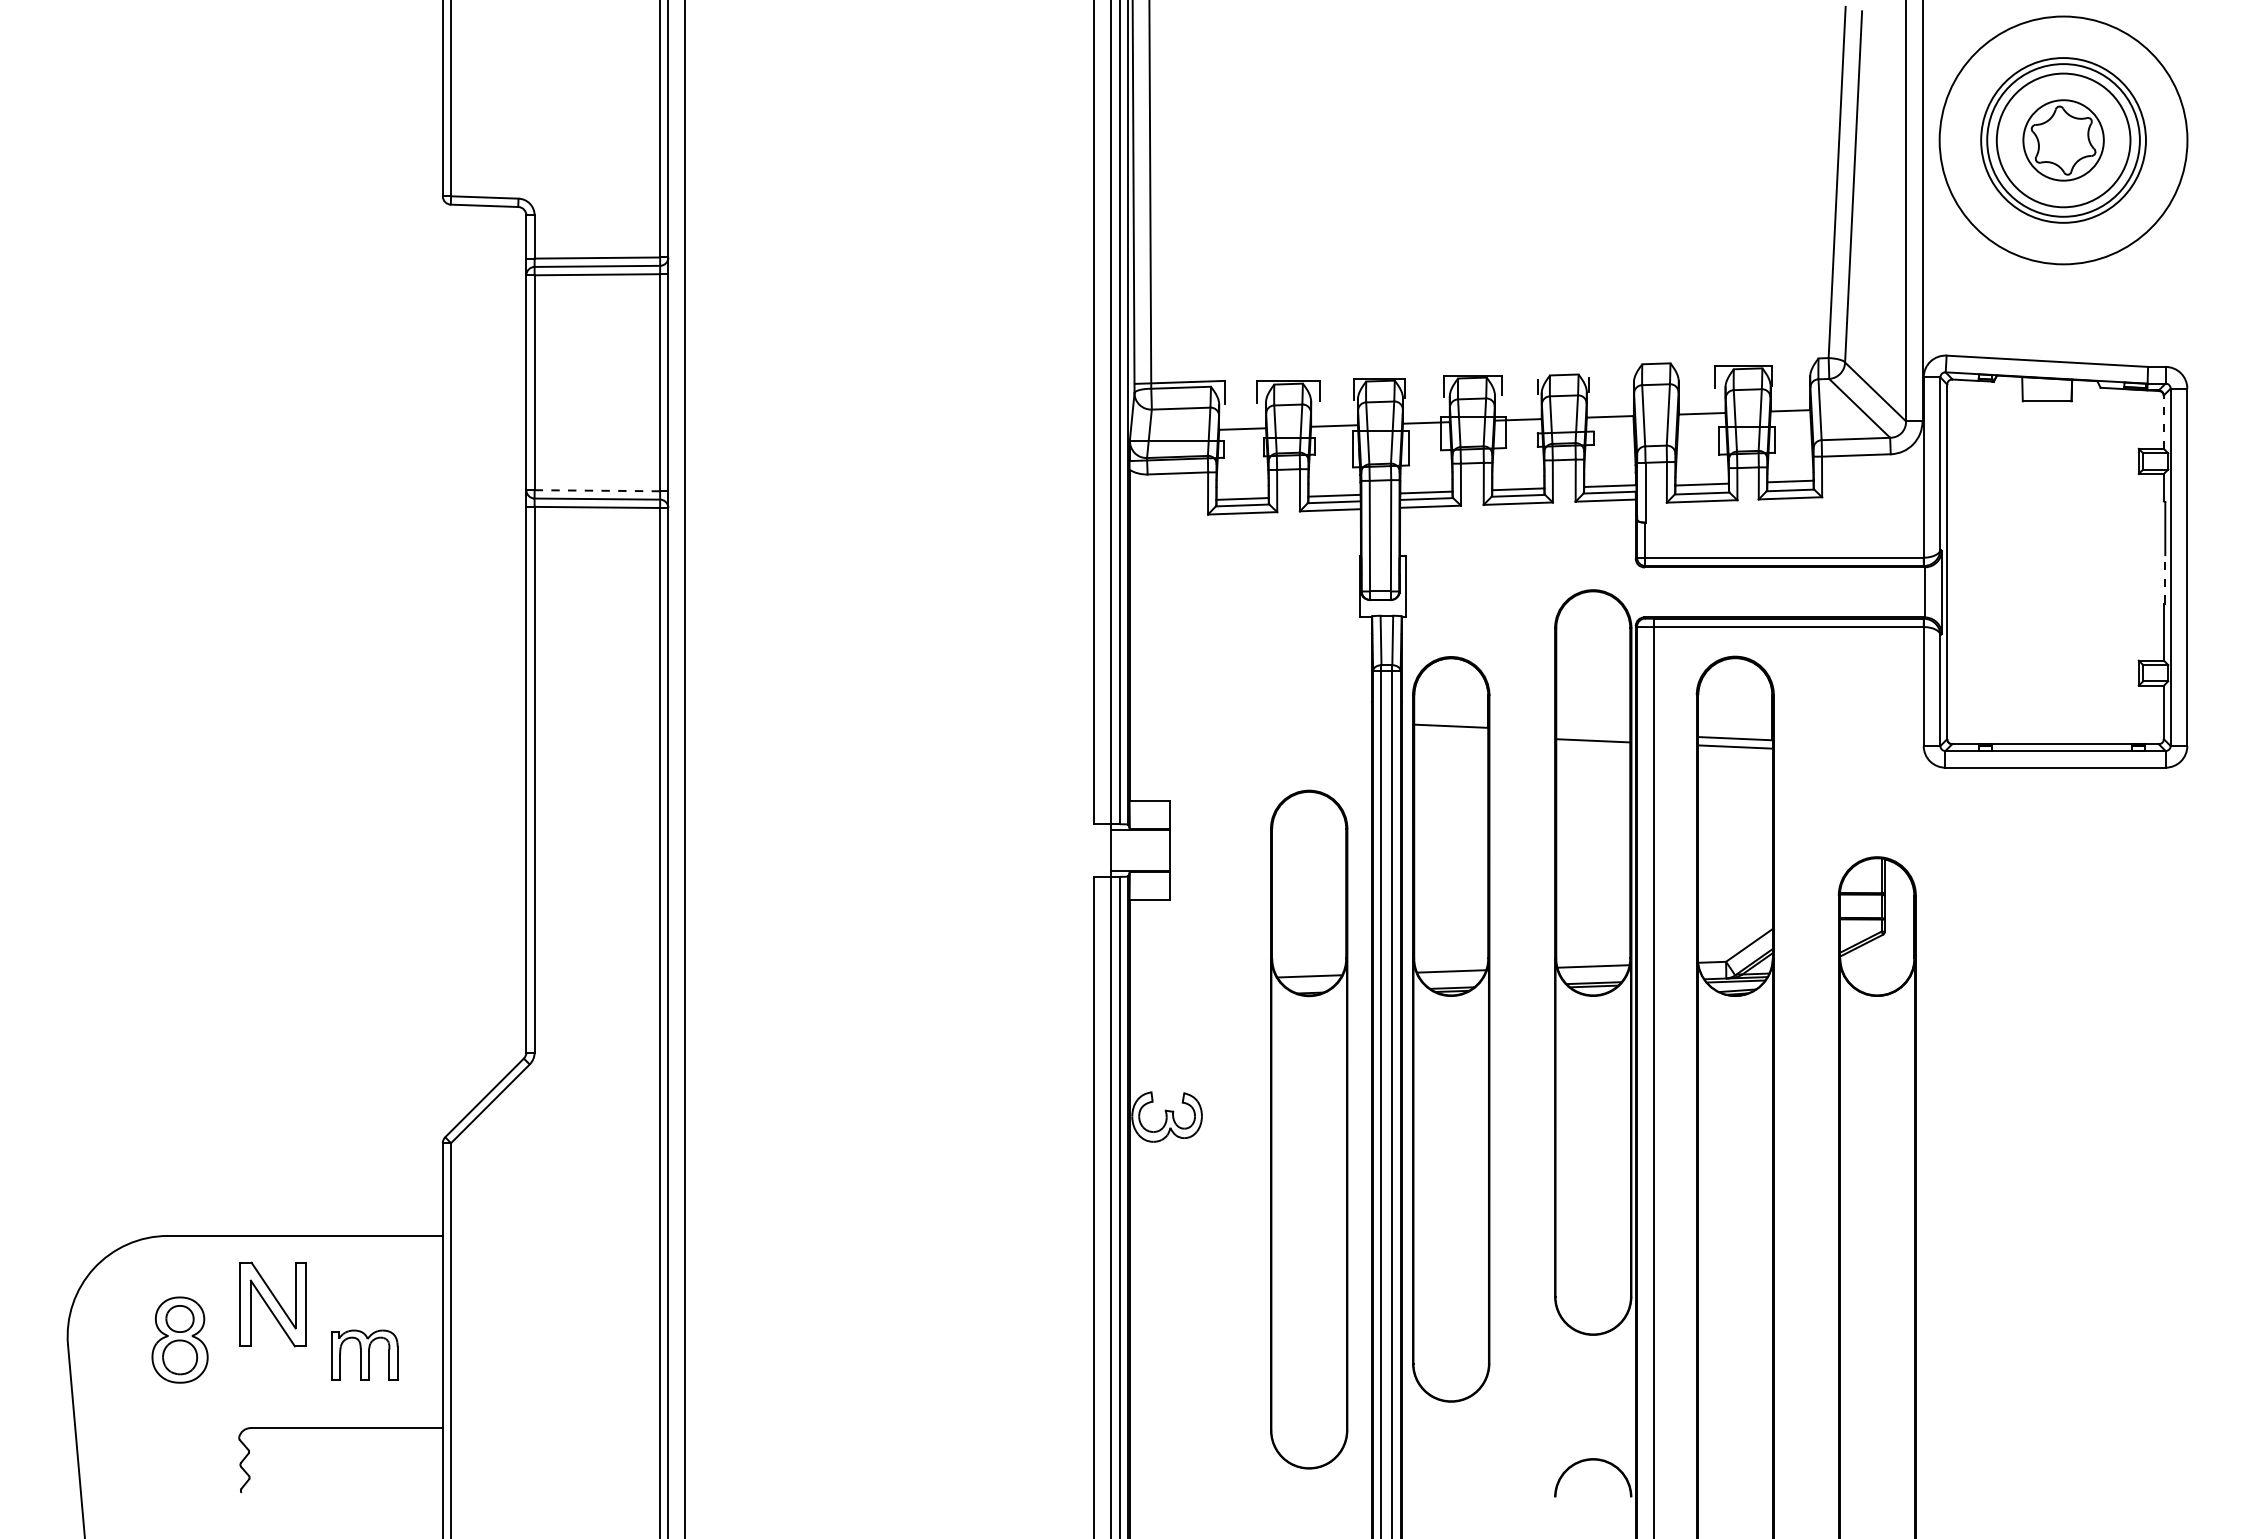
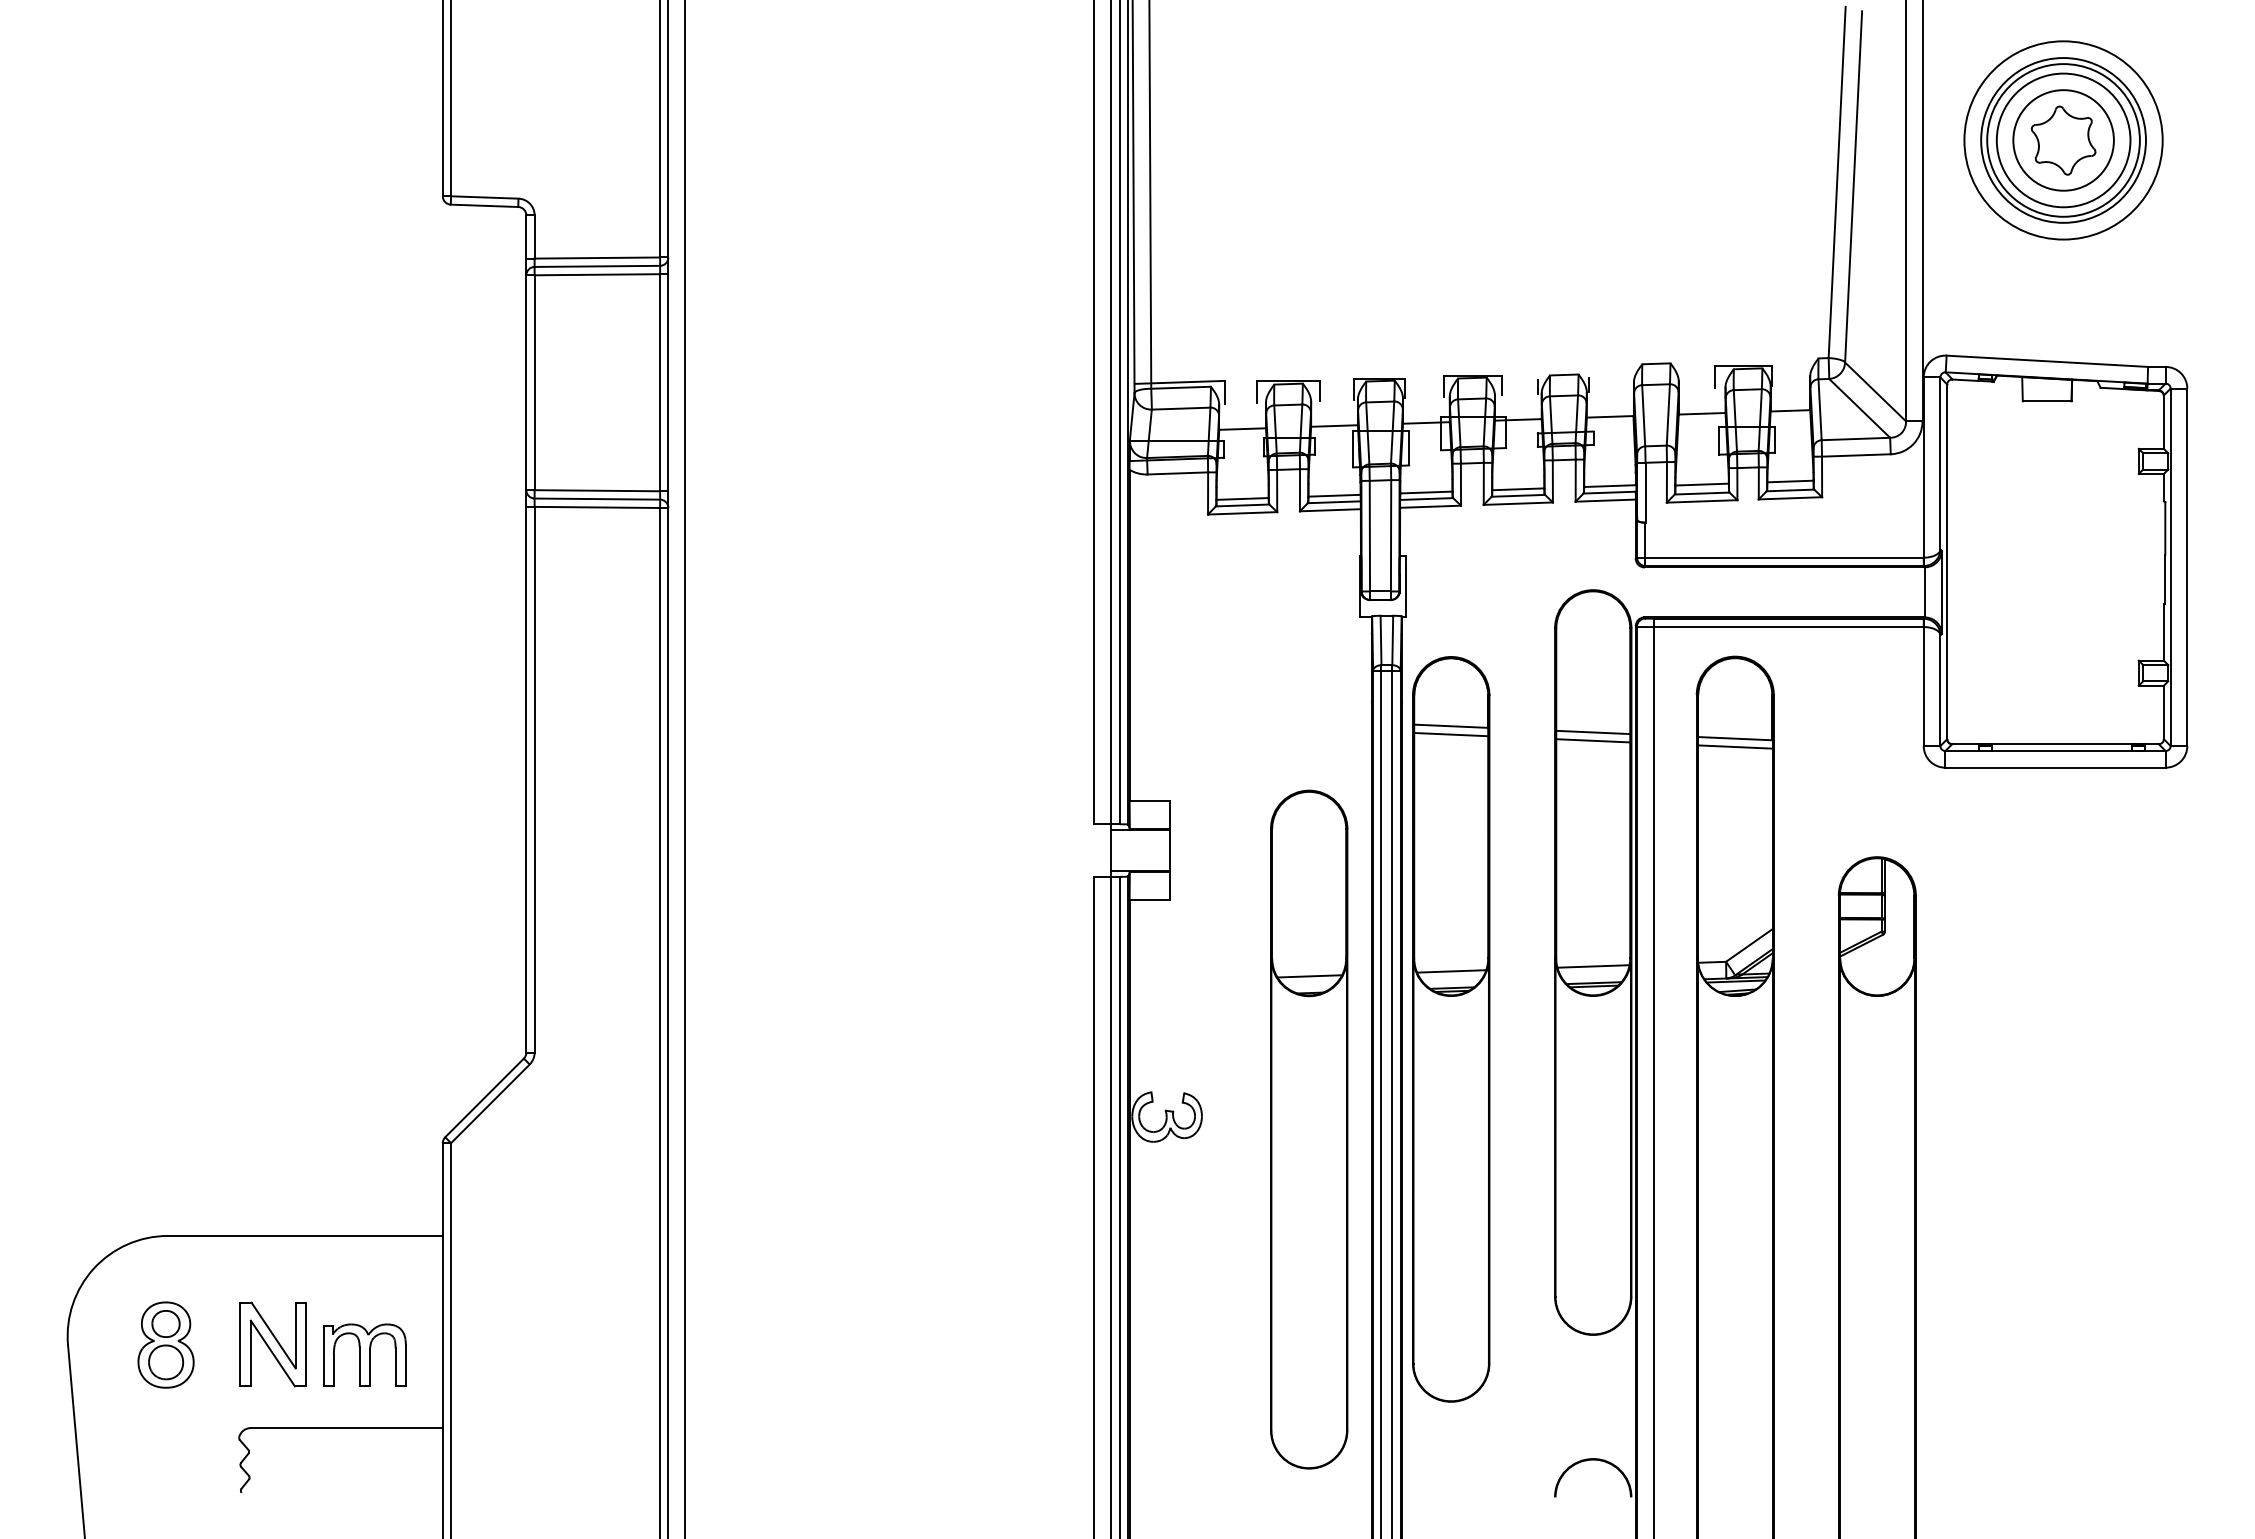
circle at (2063, 140) diameter: 248 px -> 198 px
circle at (2063, 140) diameter: 80 px -> 101 px
line at (2163, 422): dashed -> solid
line at (597, 490): dashed -> solid
line at (2164, 578): dashed -> solid
line at (1593, 732): none -> present
line at (1451, 734): none -> present
part at (272, 1304) position: (272, 1304) -> (272, 1344)
part at (179, 1339) position: (179, 1339) -> (165, 1344)
part at (364, 1354) size: 68x52 px -> 84x64 px
